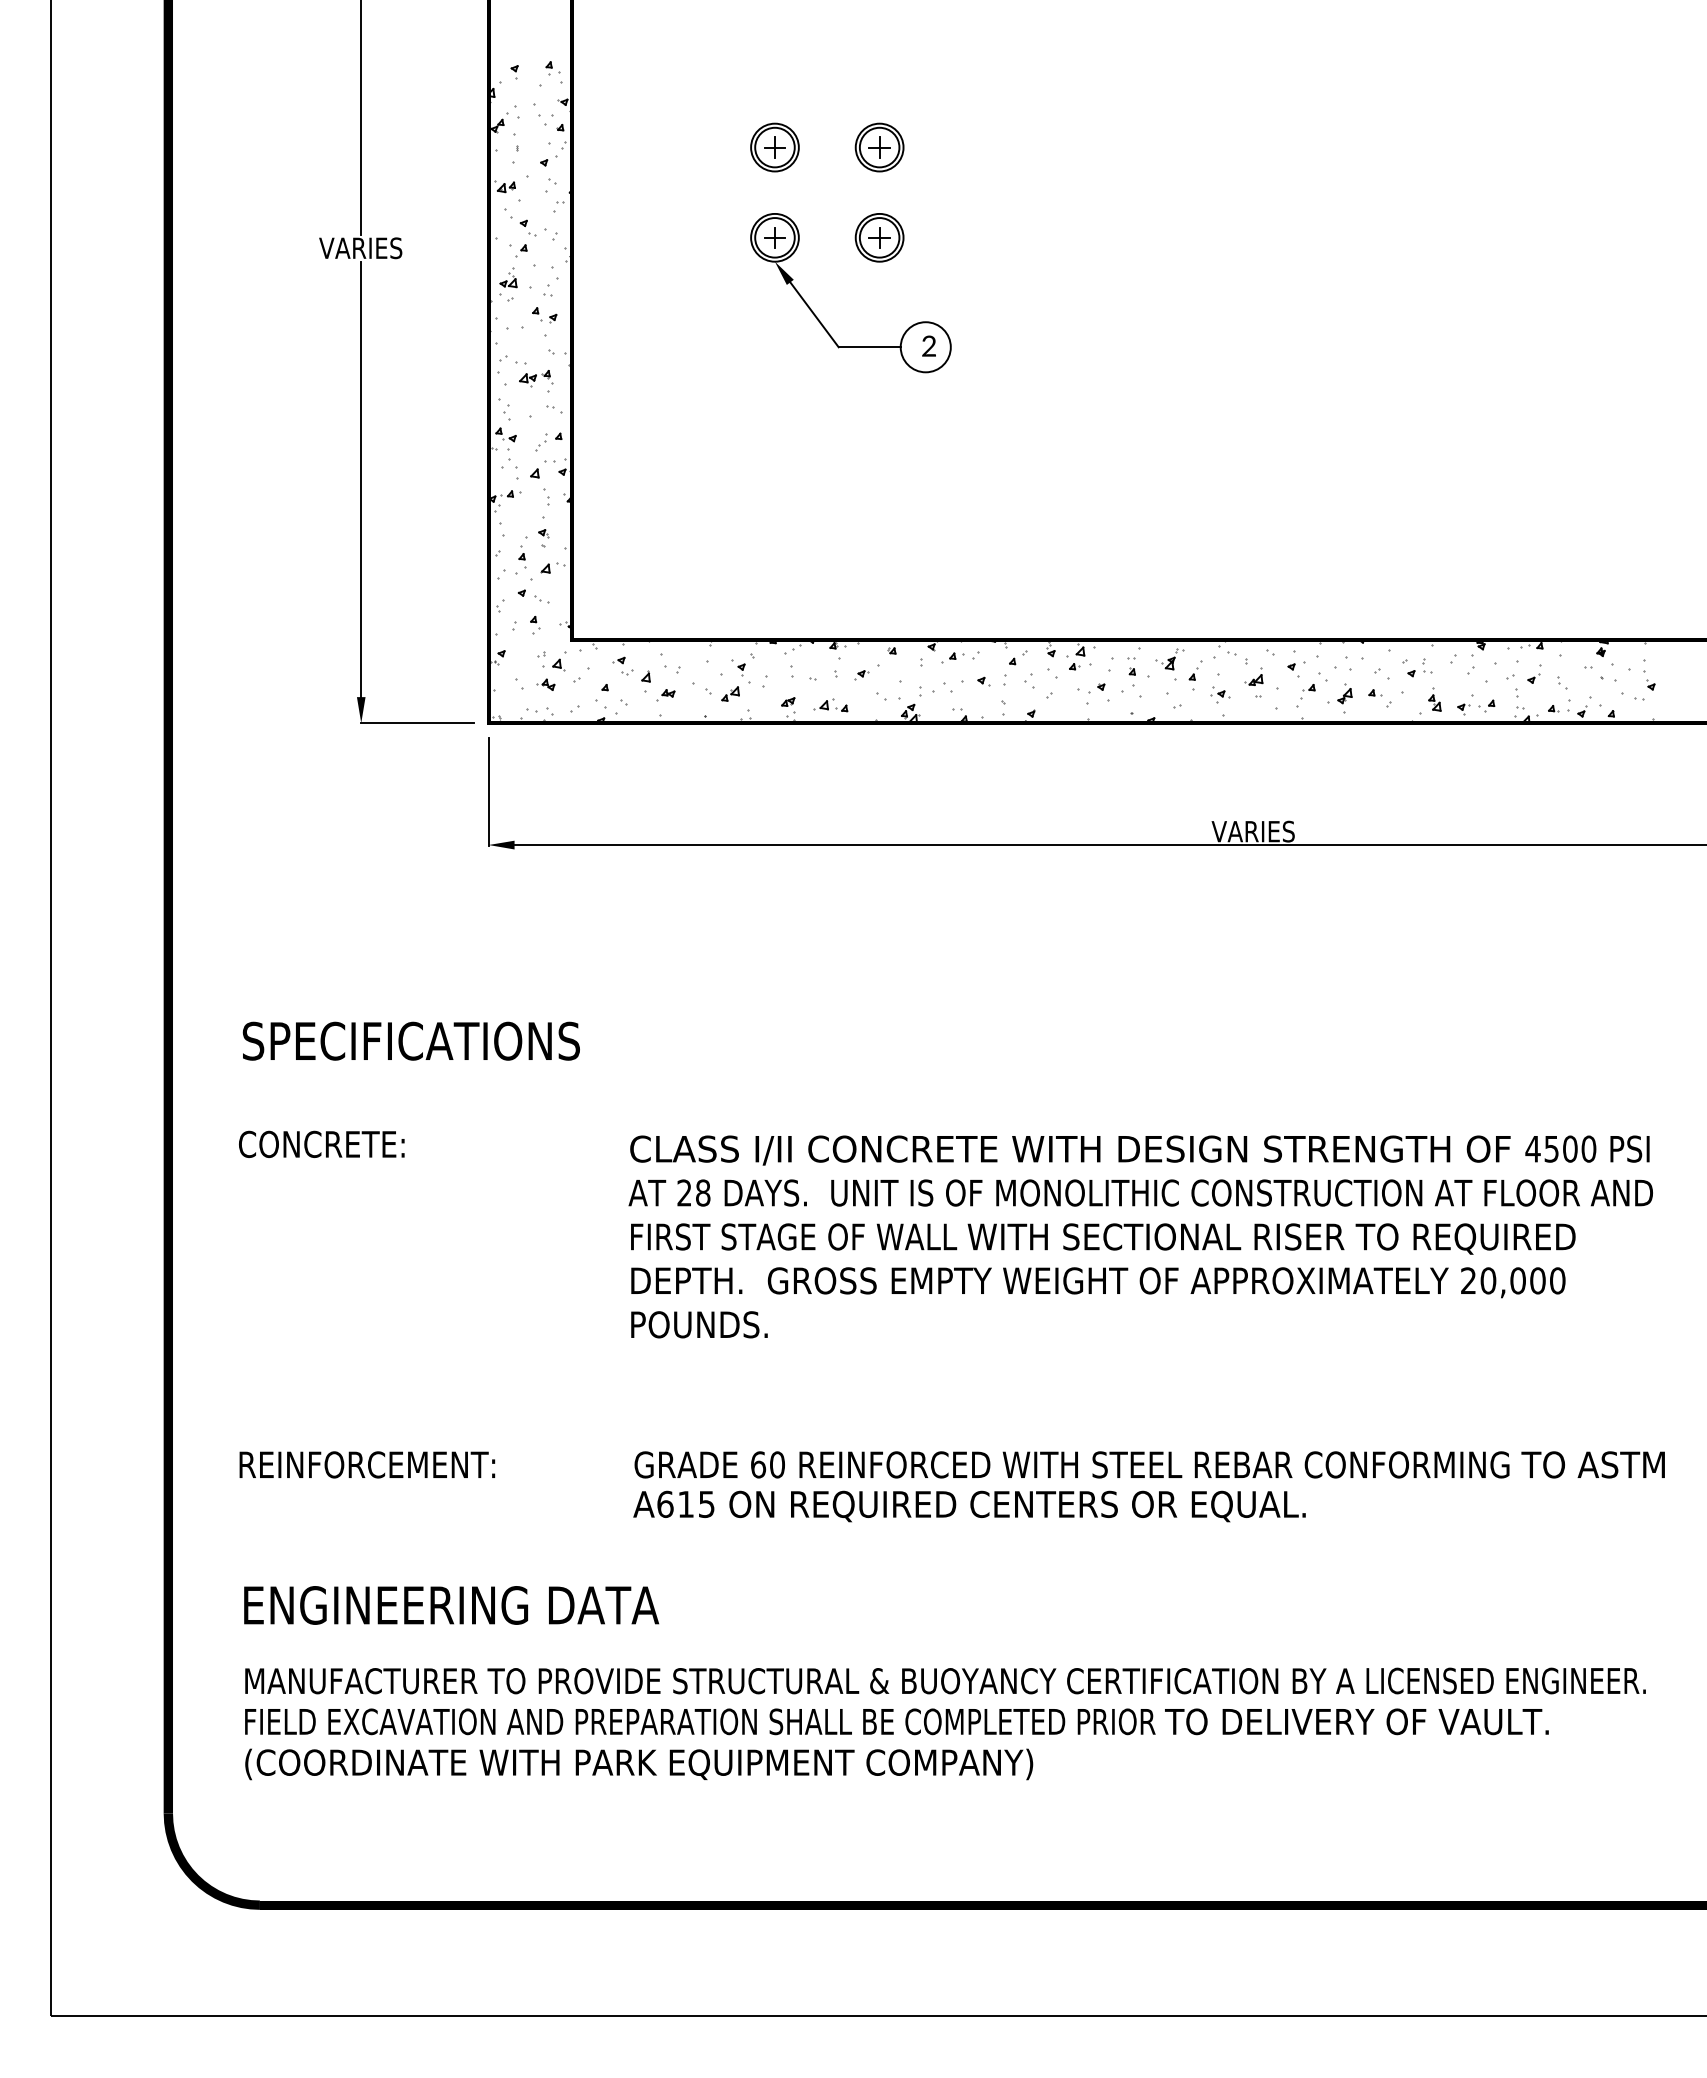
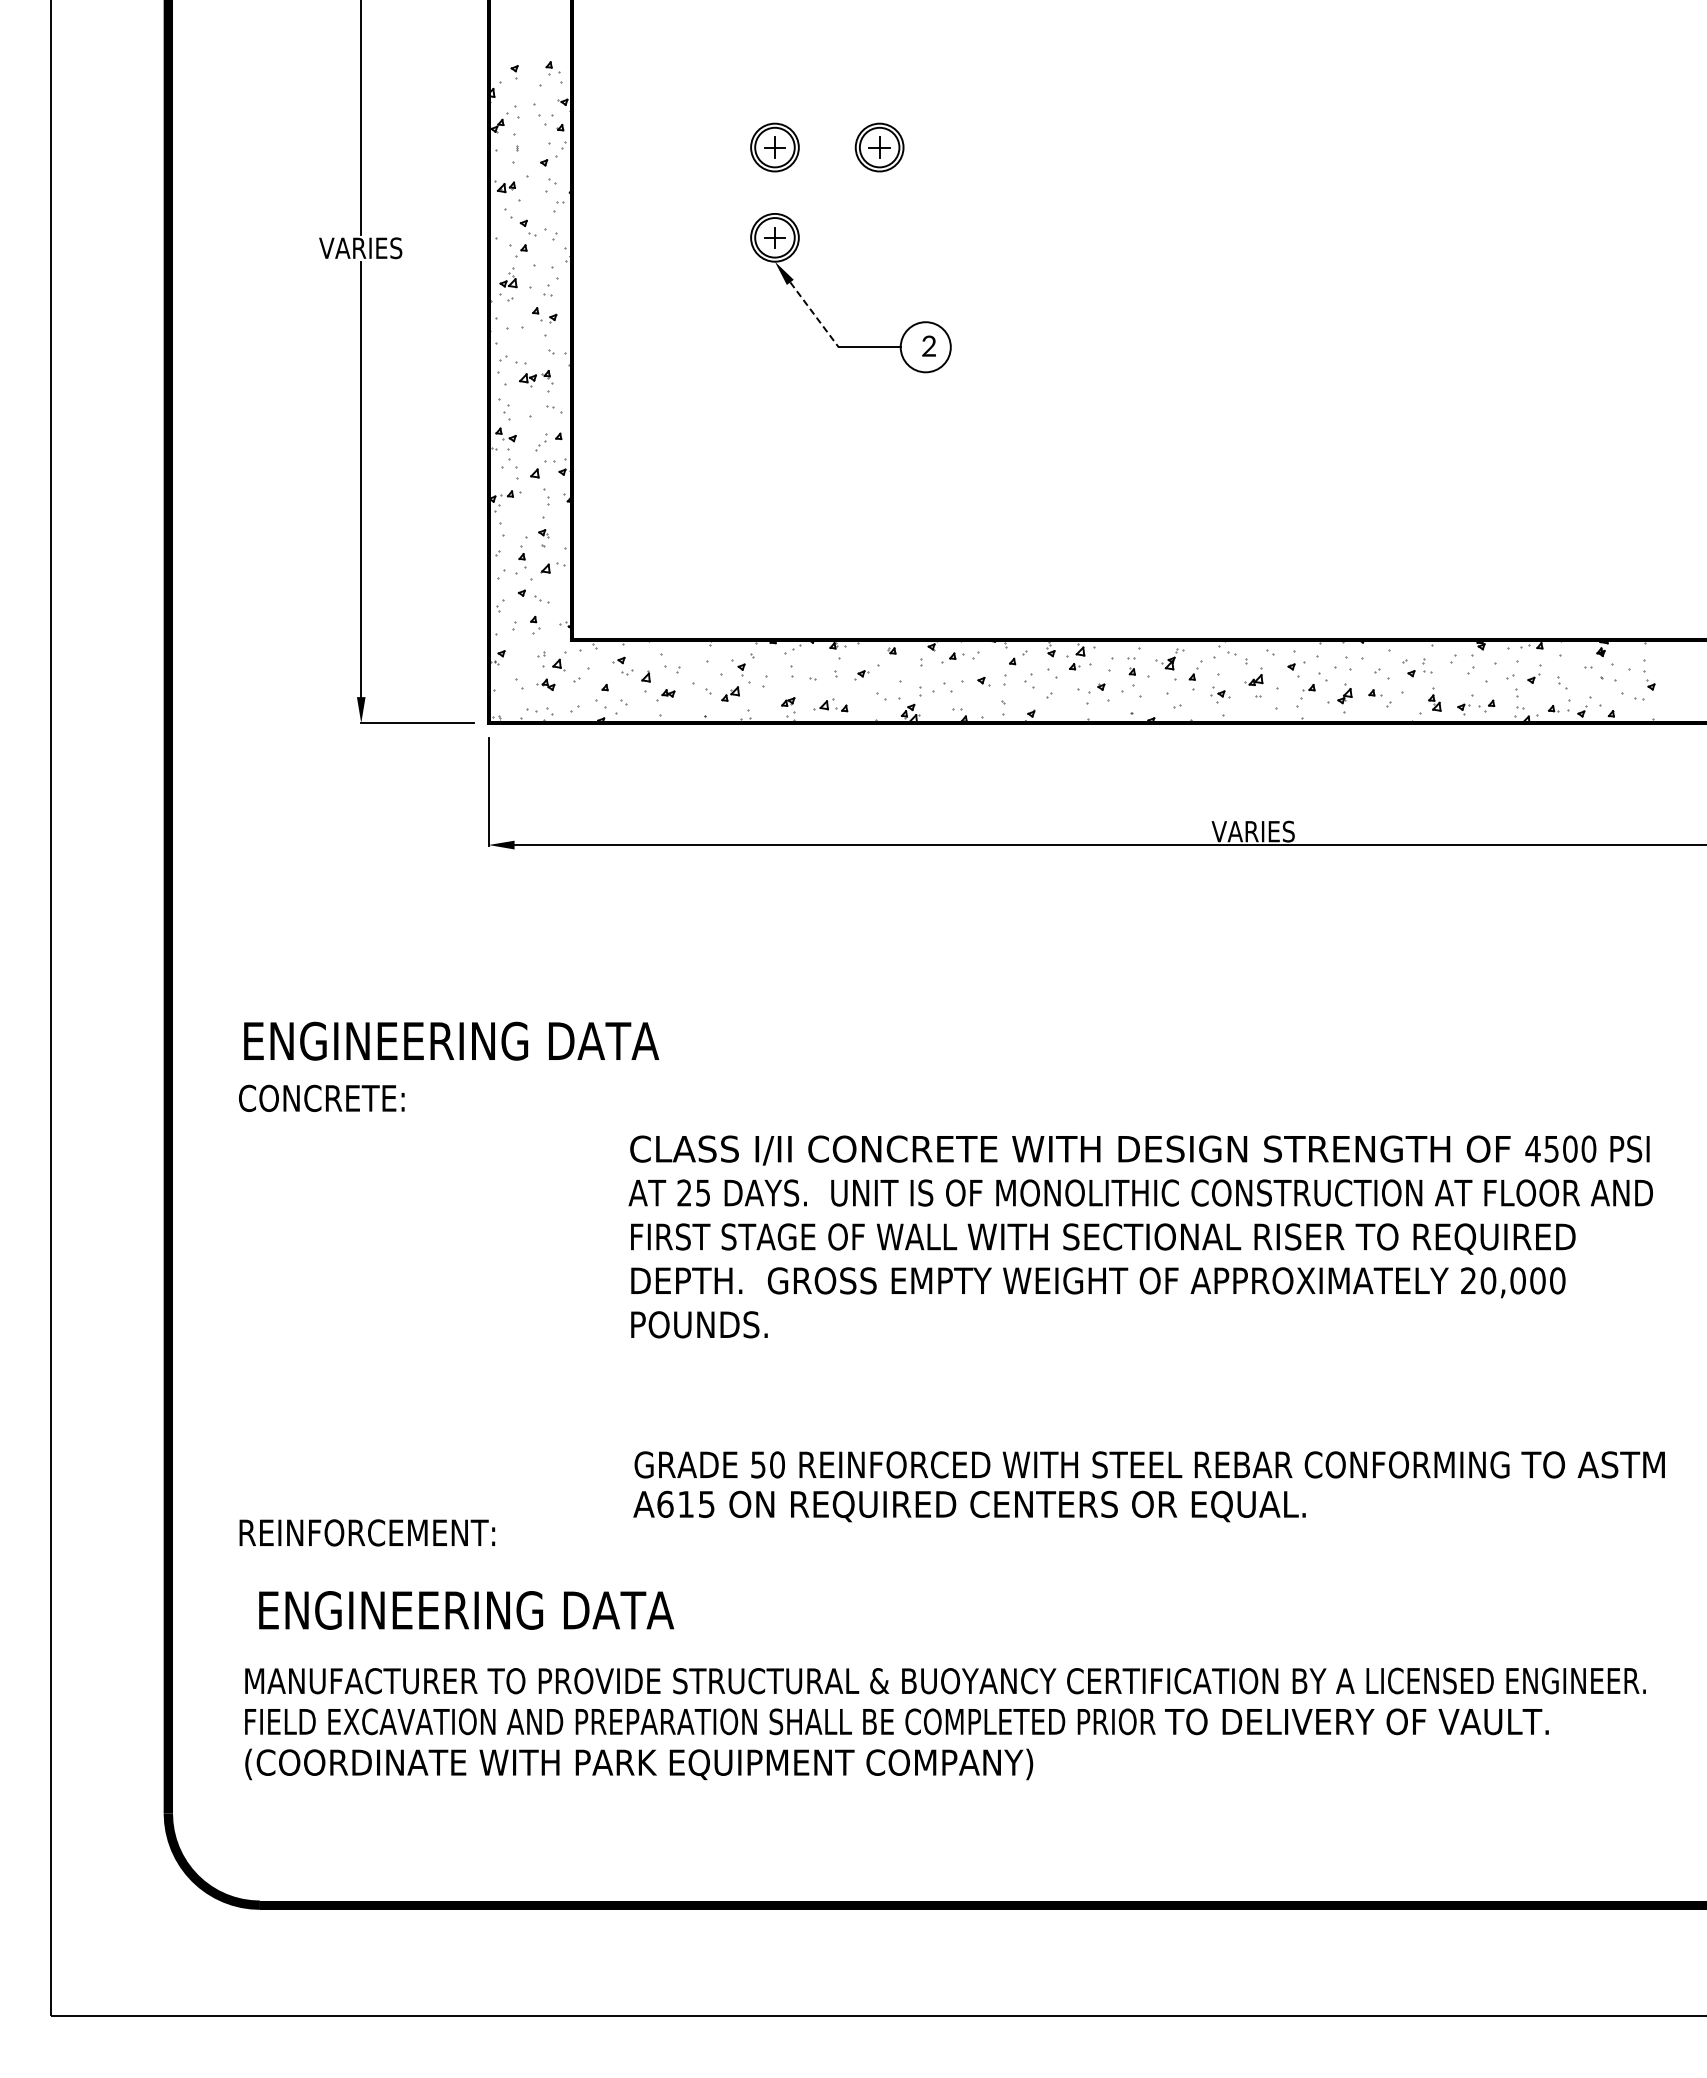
part at (879, 237): present -> none
line at (814, 315): solid -> dashed
text at (450, 1040): SPECIFICATIONS -> ENGINEERING DATA
text at (321, 1143) position: (321, 1143) -> (321, 1097)
text at (703, 1192): 28 -> 25
text at (367, 1464) position: (367, 1464) -> (367, 1532)
text at (758, 1464): 60 -> 50
text at (451, 1605) position: (451, 1605) -> (466, 1610)
